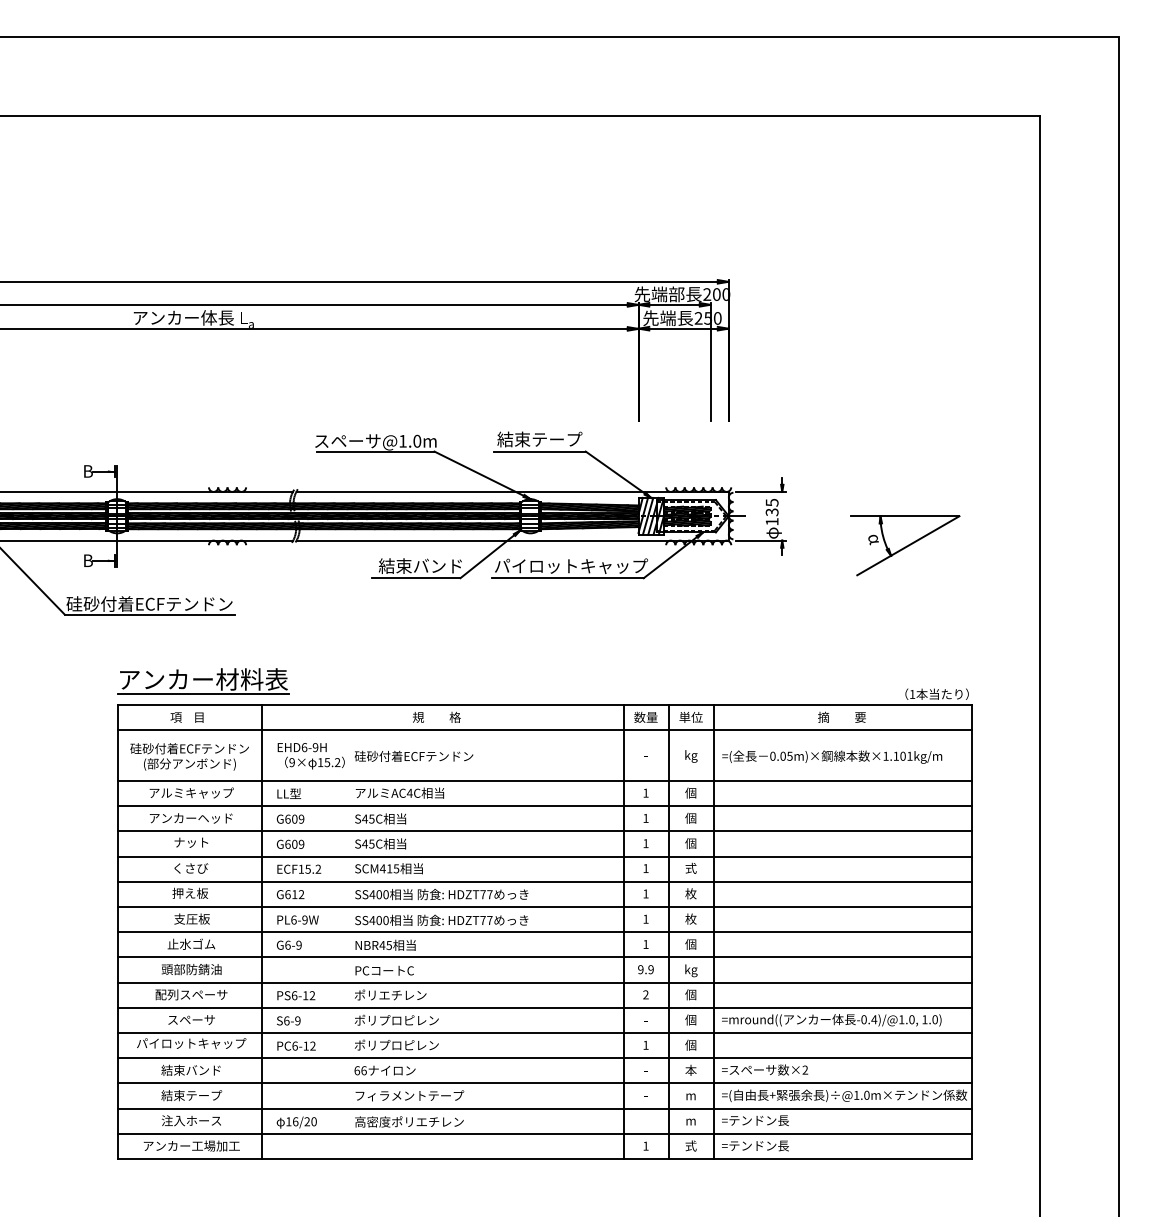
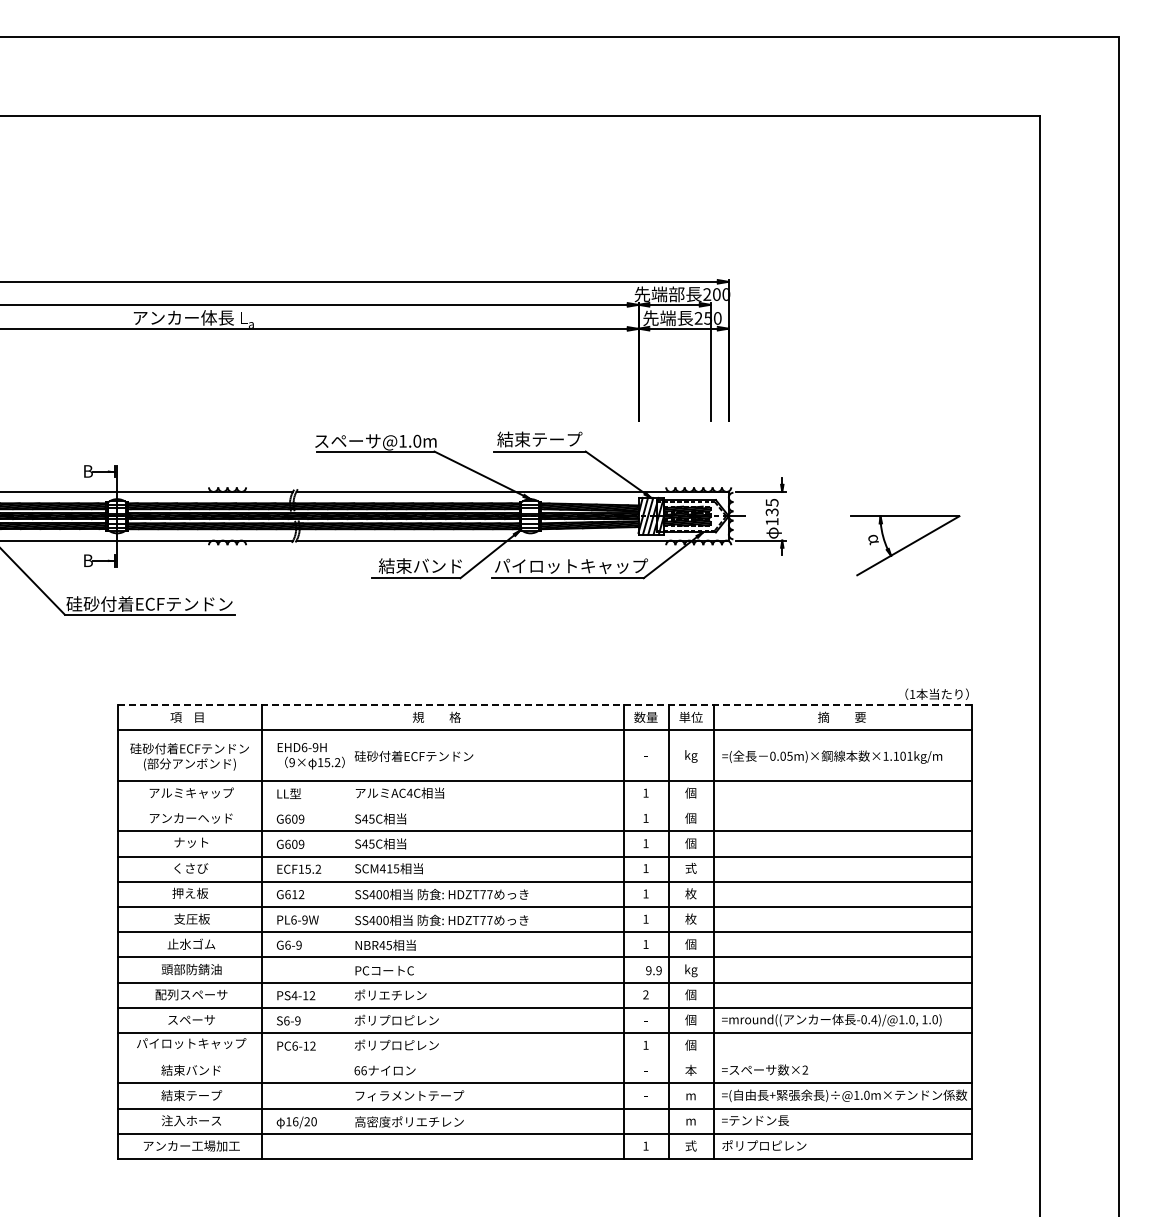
part at (203, 681): present -> none
line at (545, 705): solid -> dashed
line at (544, 806): present -> none
text at (645, 969) position: (645, 969) -> (653, 970)
text at (294, 995): PS6-12 -> PS4-12
line at (544, 1058): present -> none
text at (764, 1145): =テンドン長 -> ポリプロピレン
